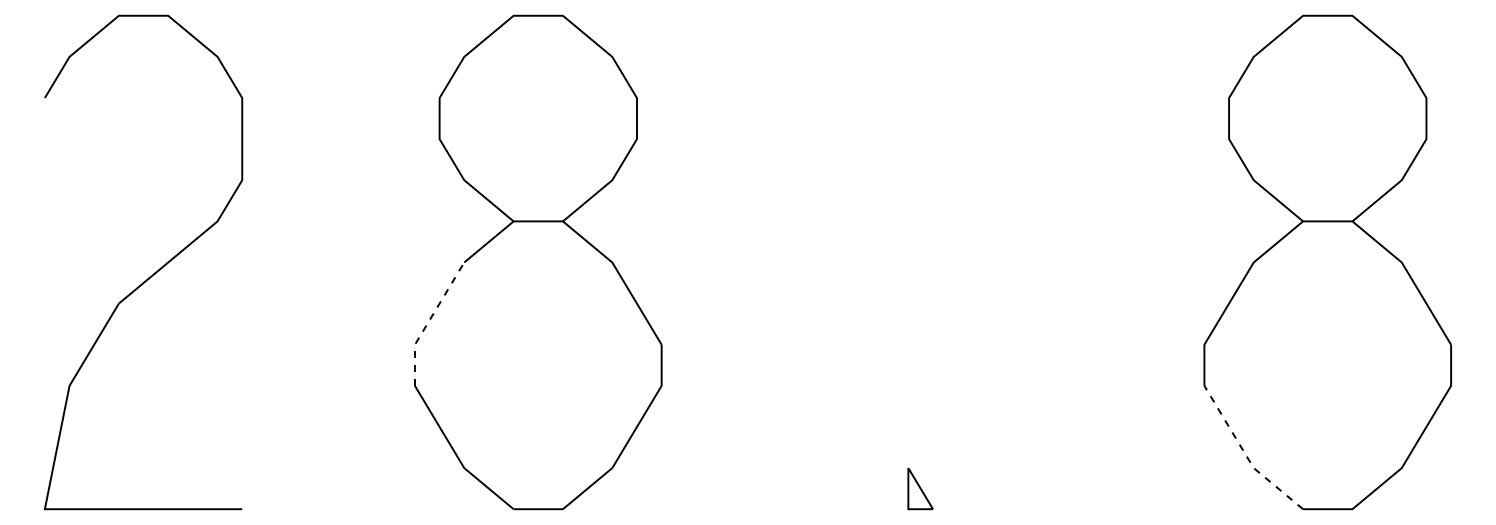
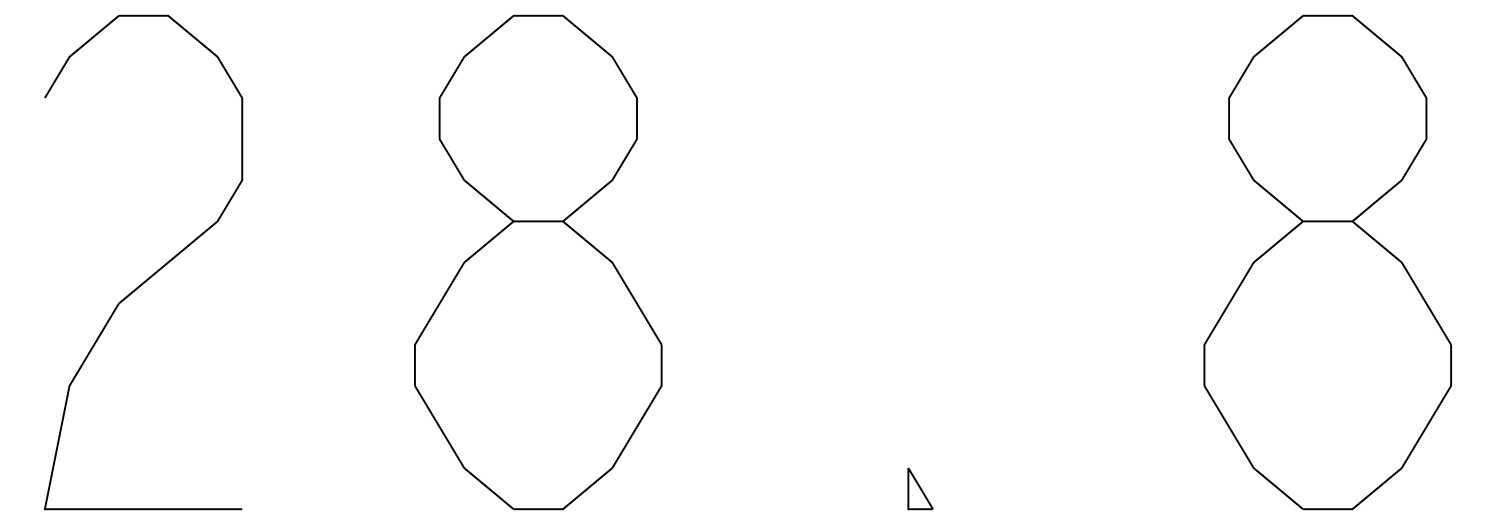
line at (428, 321): dashed -> solid
line at (1246, 455): dashed -> solid
